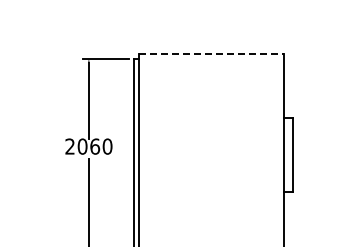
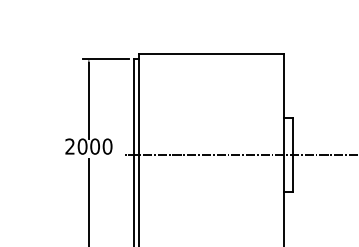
line at (211, 53): dashed -> solid
text at (95, 146): 2060 -> 2000
line at (239, 154): none -> present
